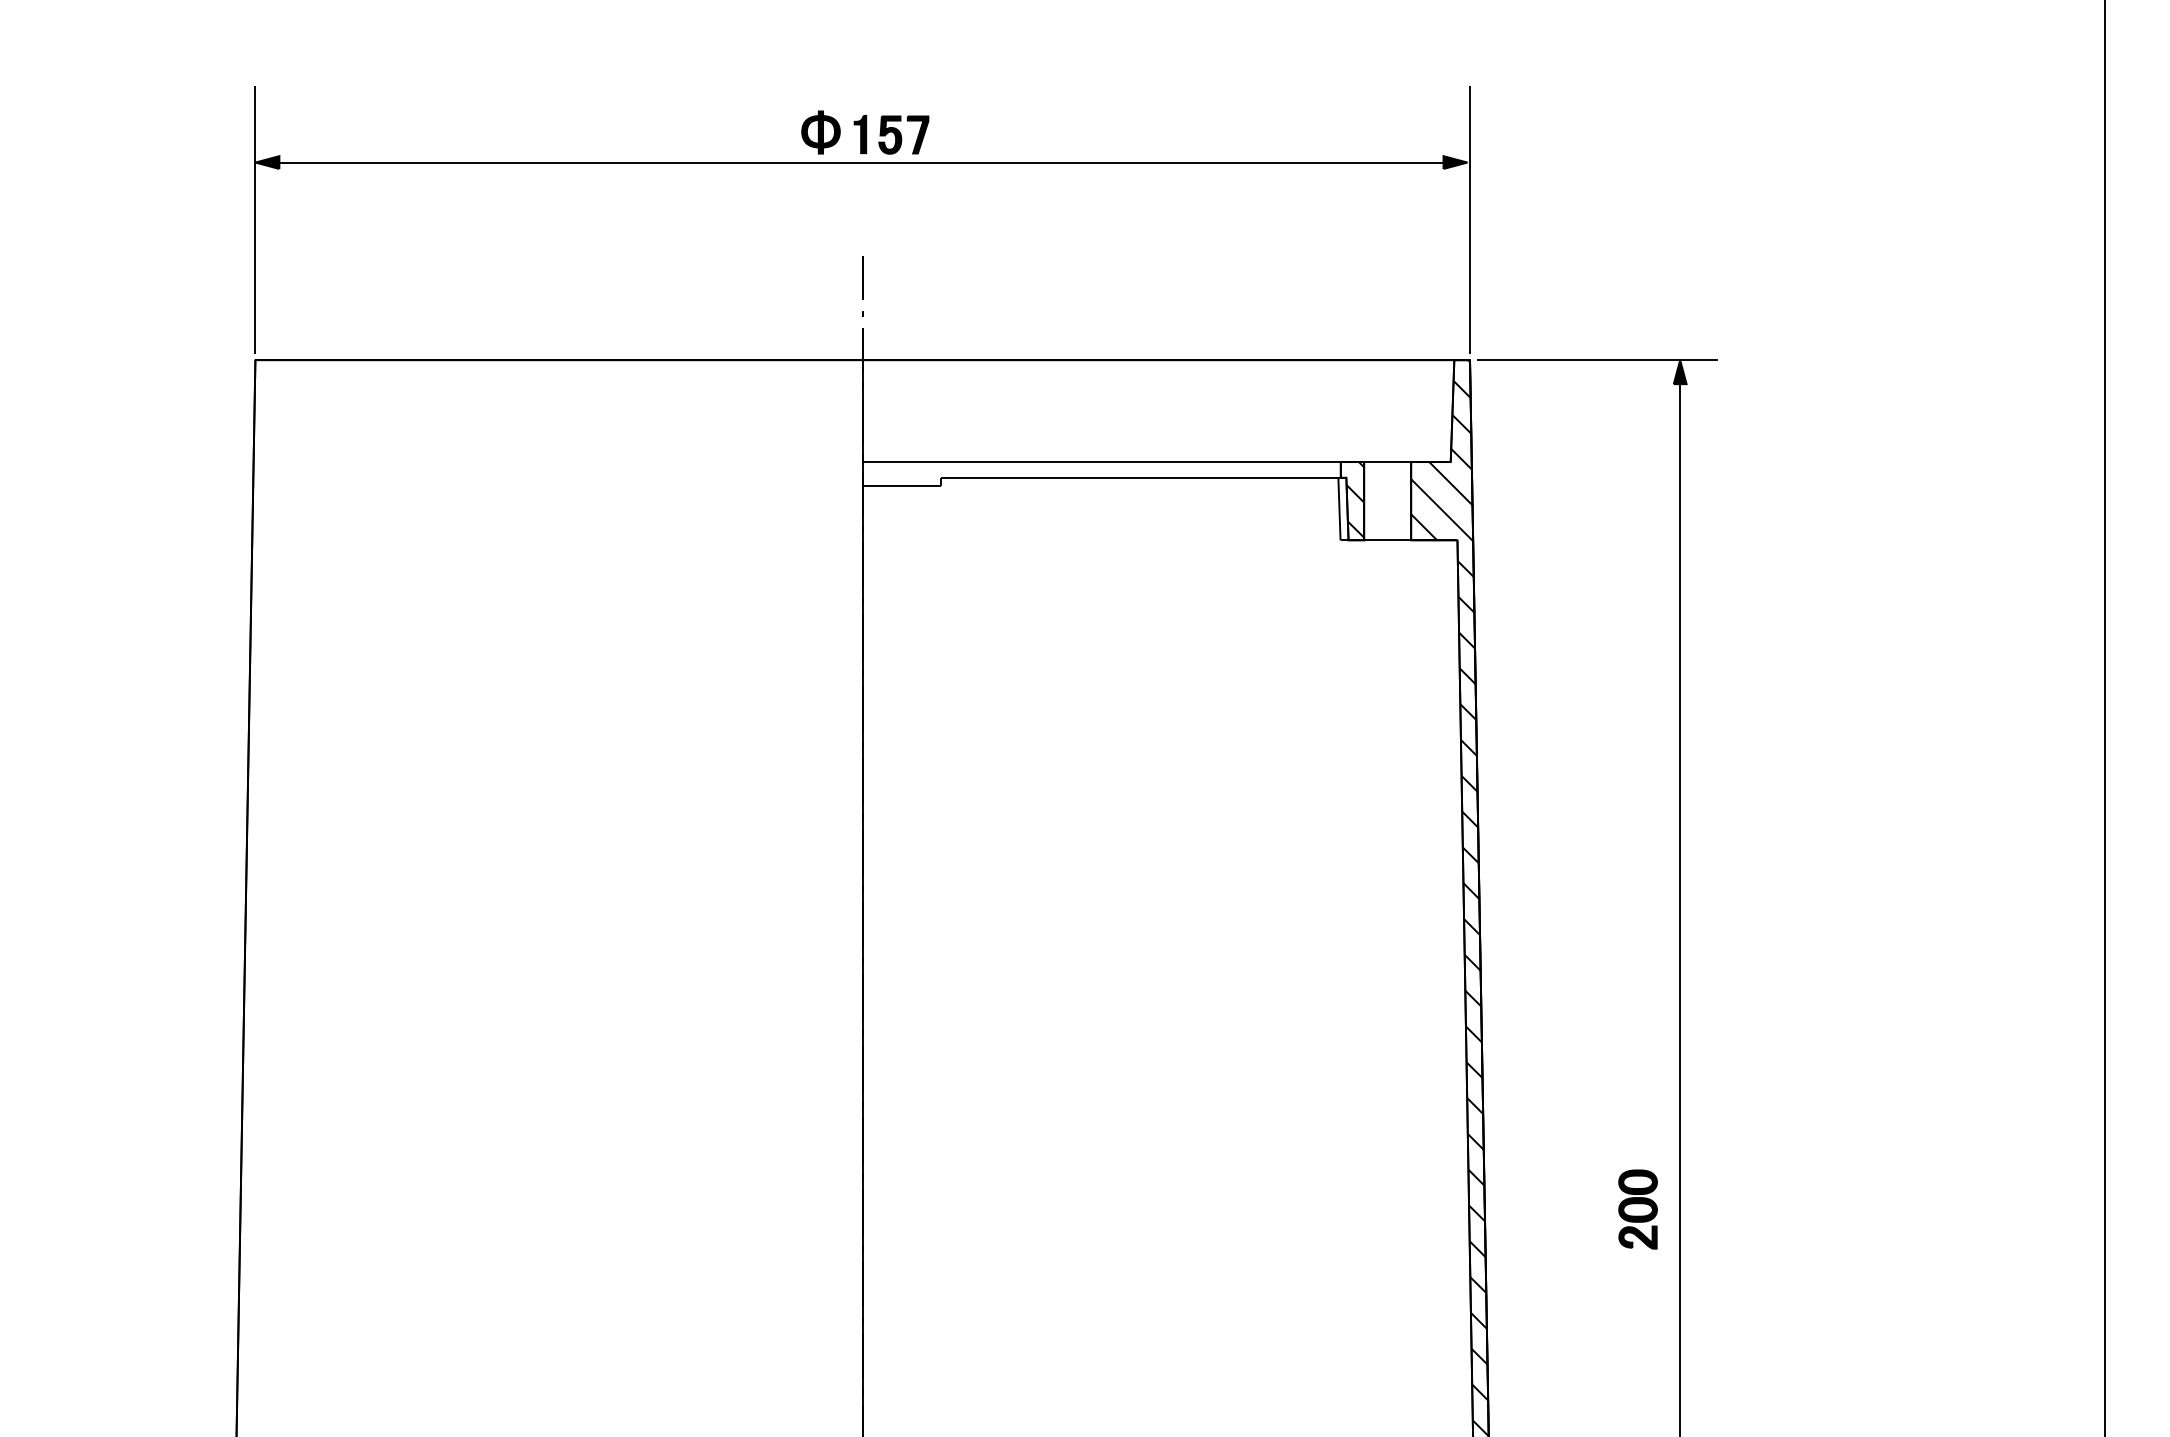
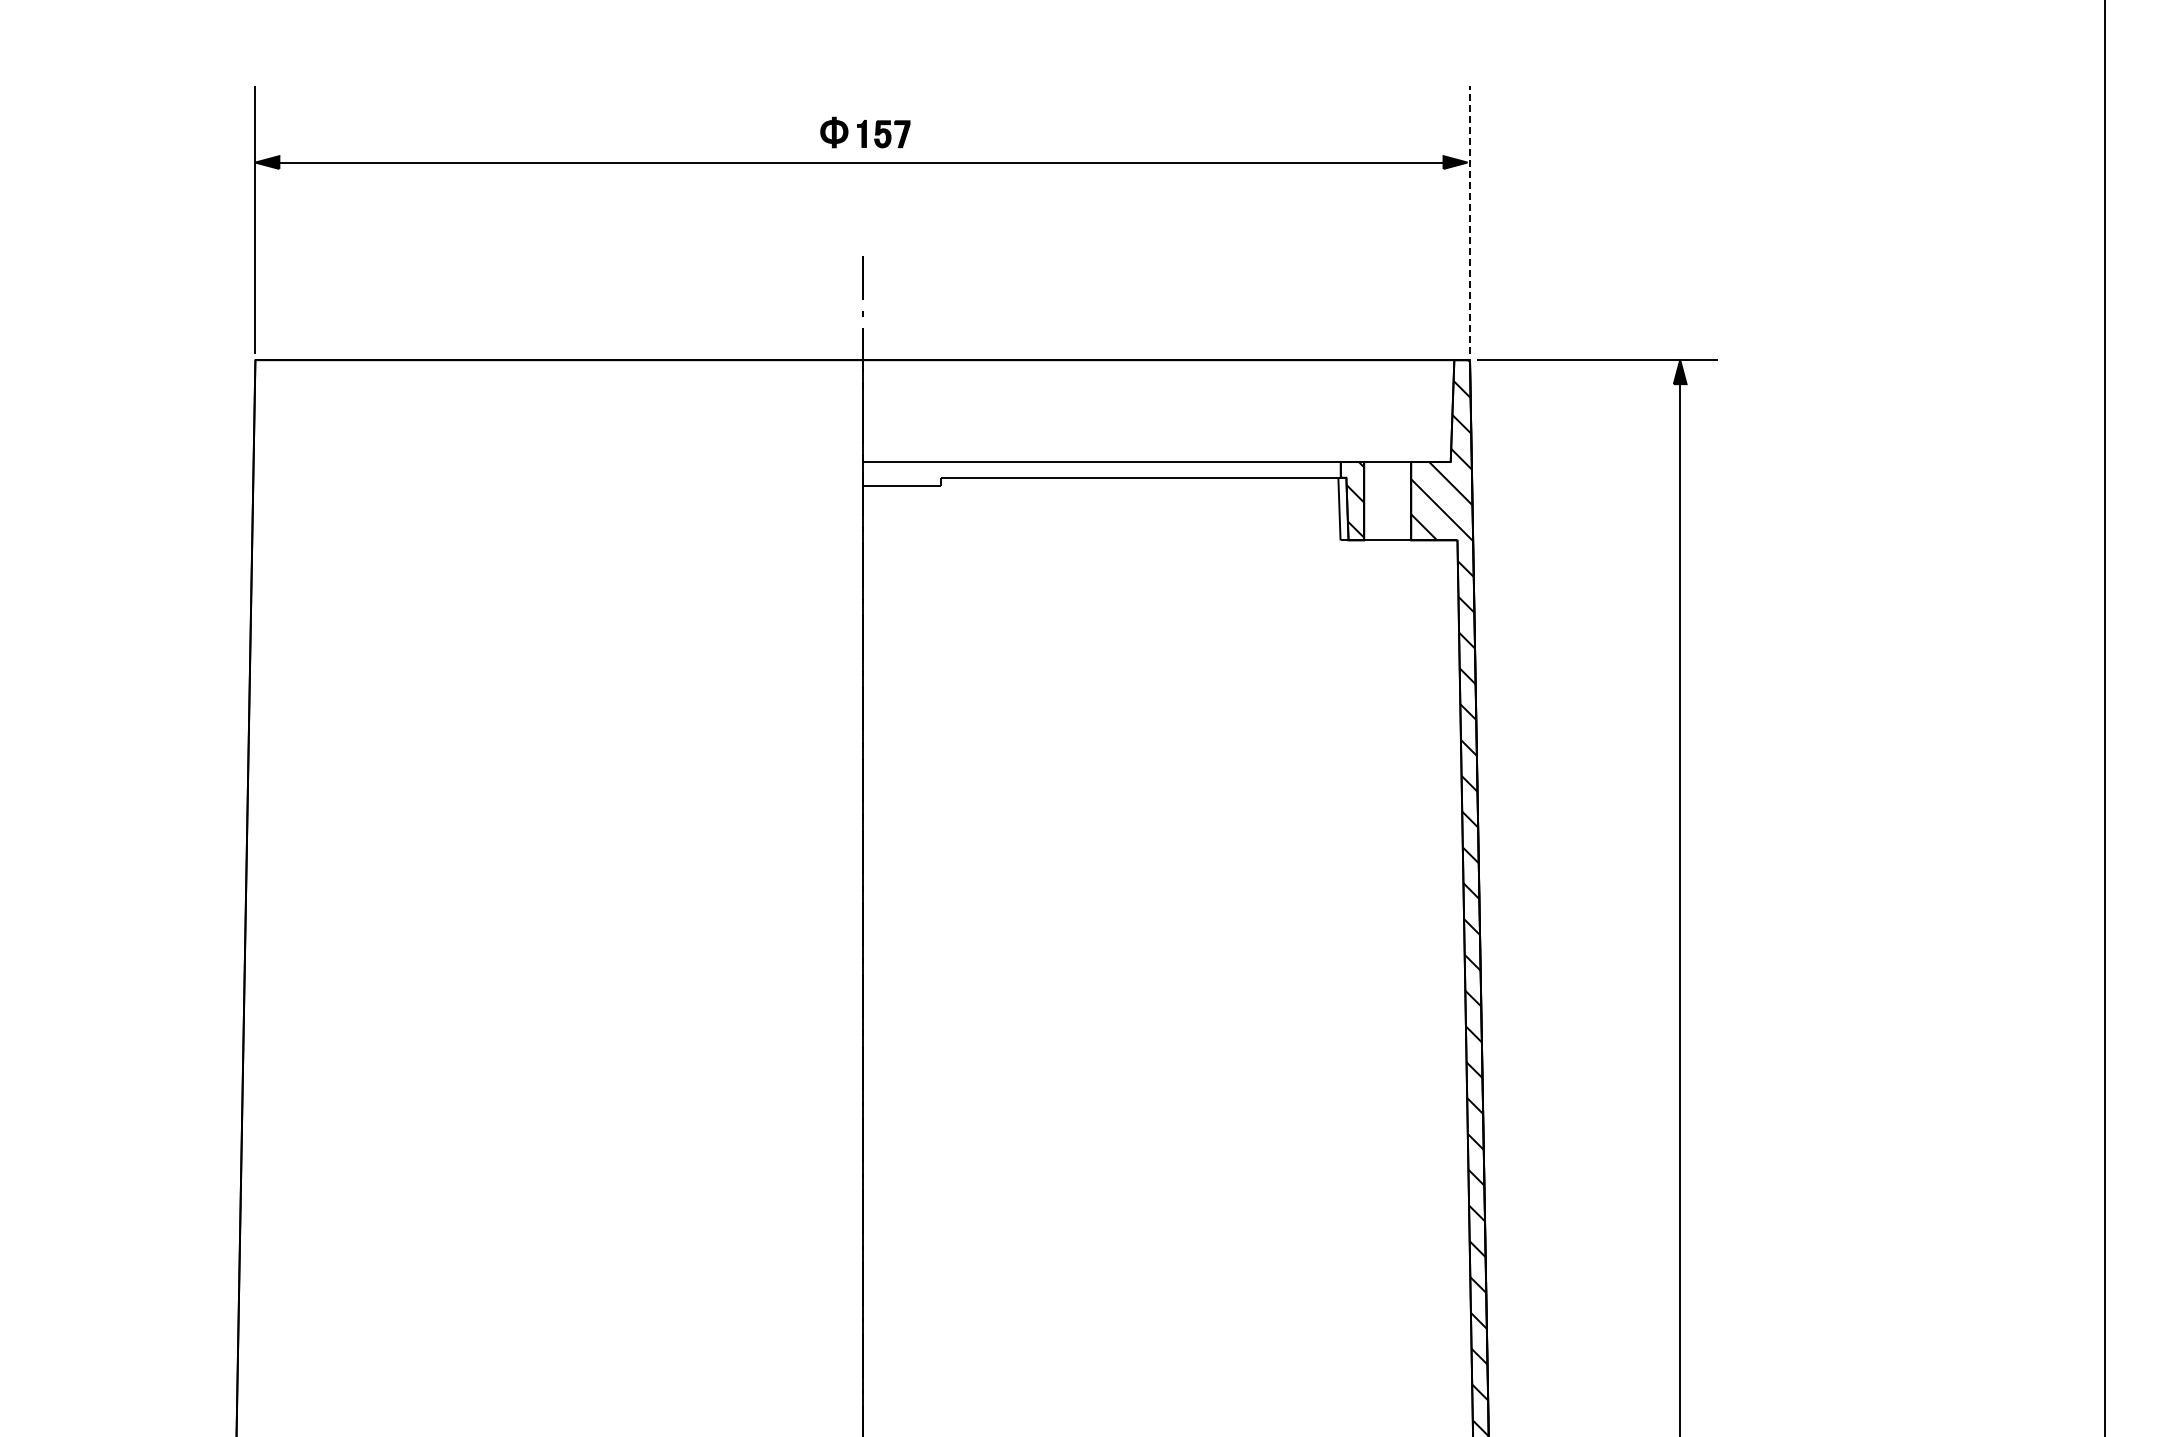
part at (865, 132) size: 129x45 px -> 91x33 px
line at (1470, 220): solid -> dashed
part at (1637, 1209): present -> none
